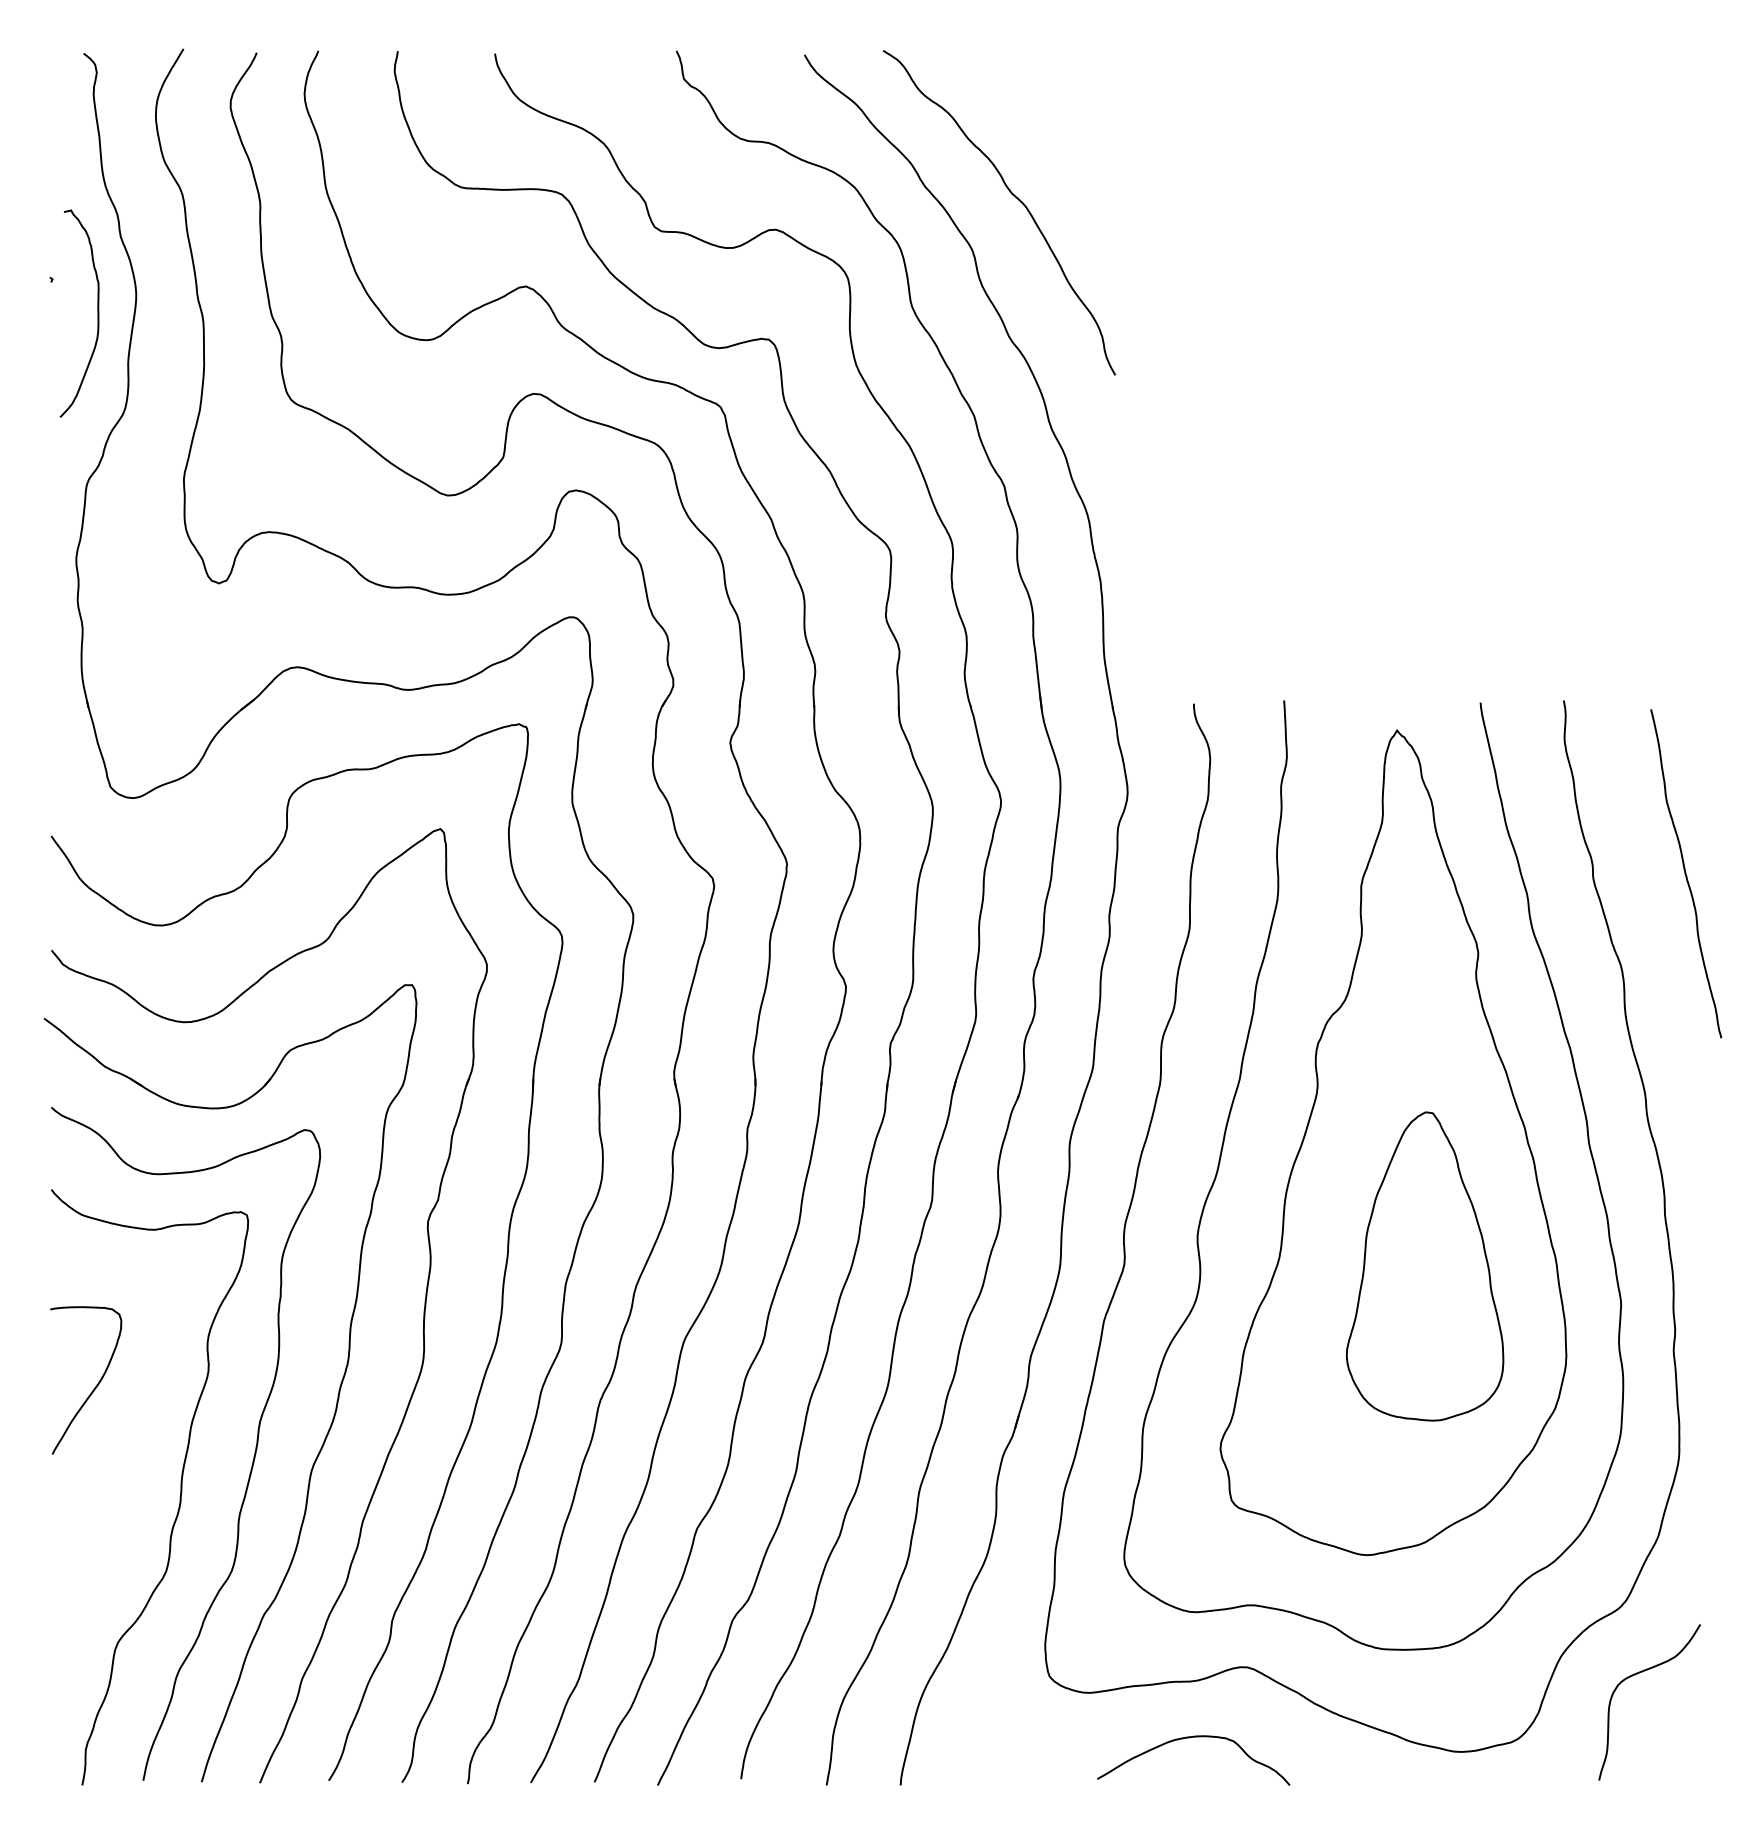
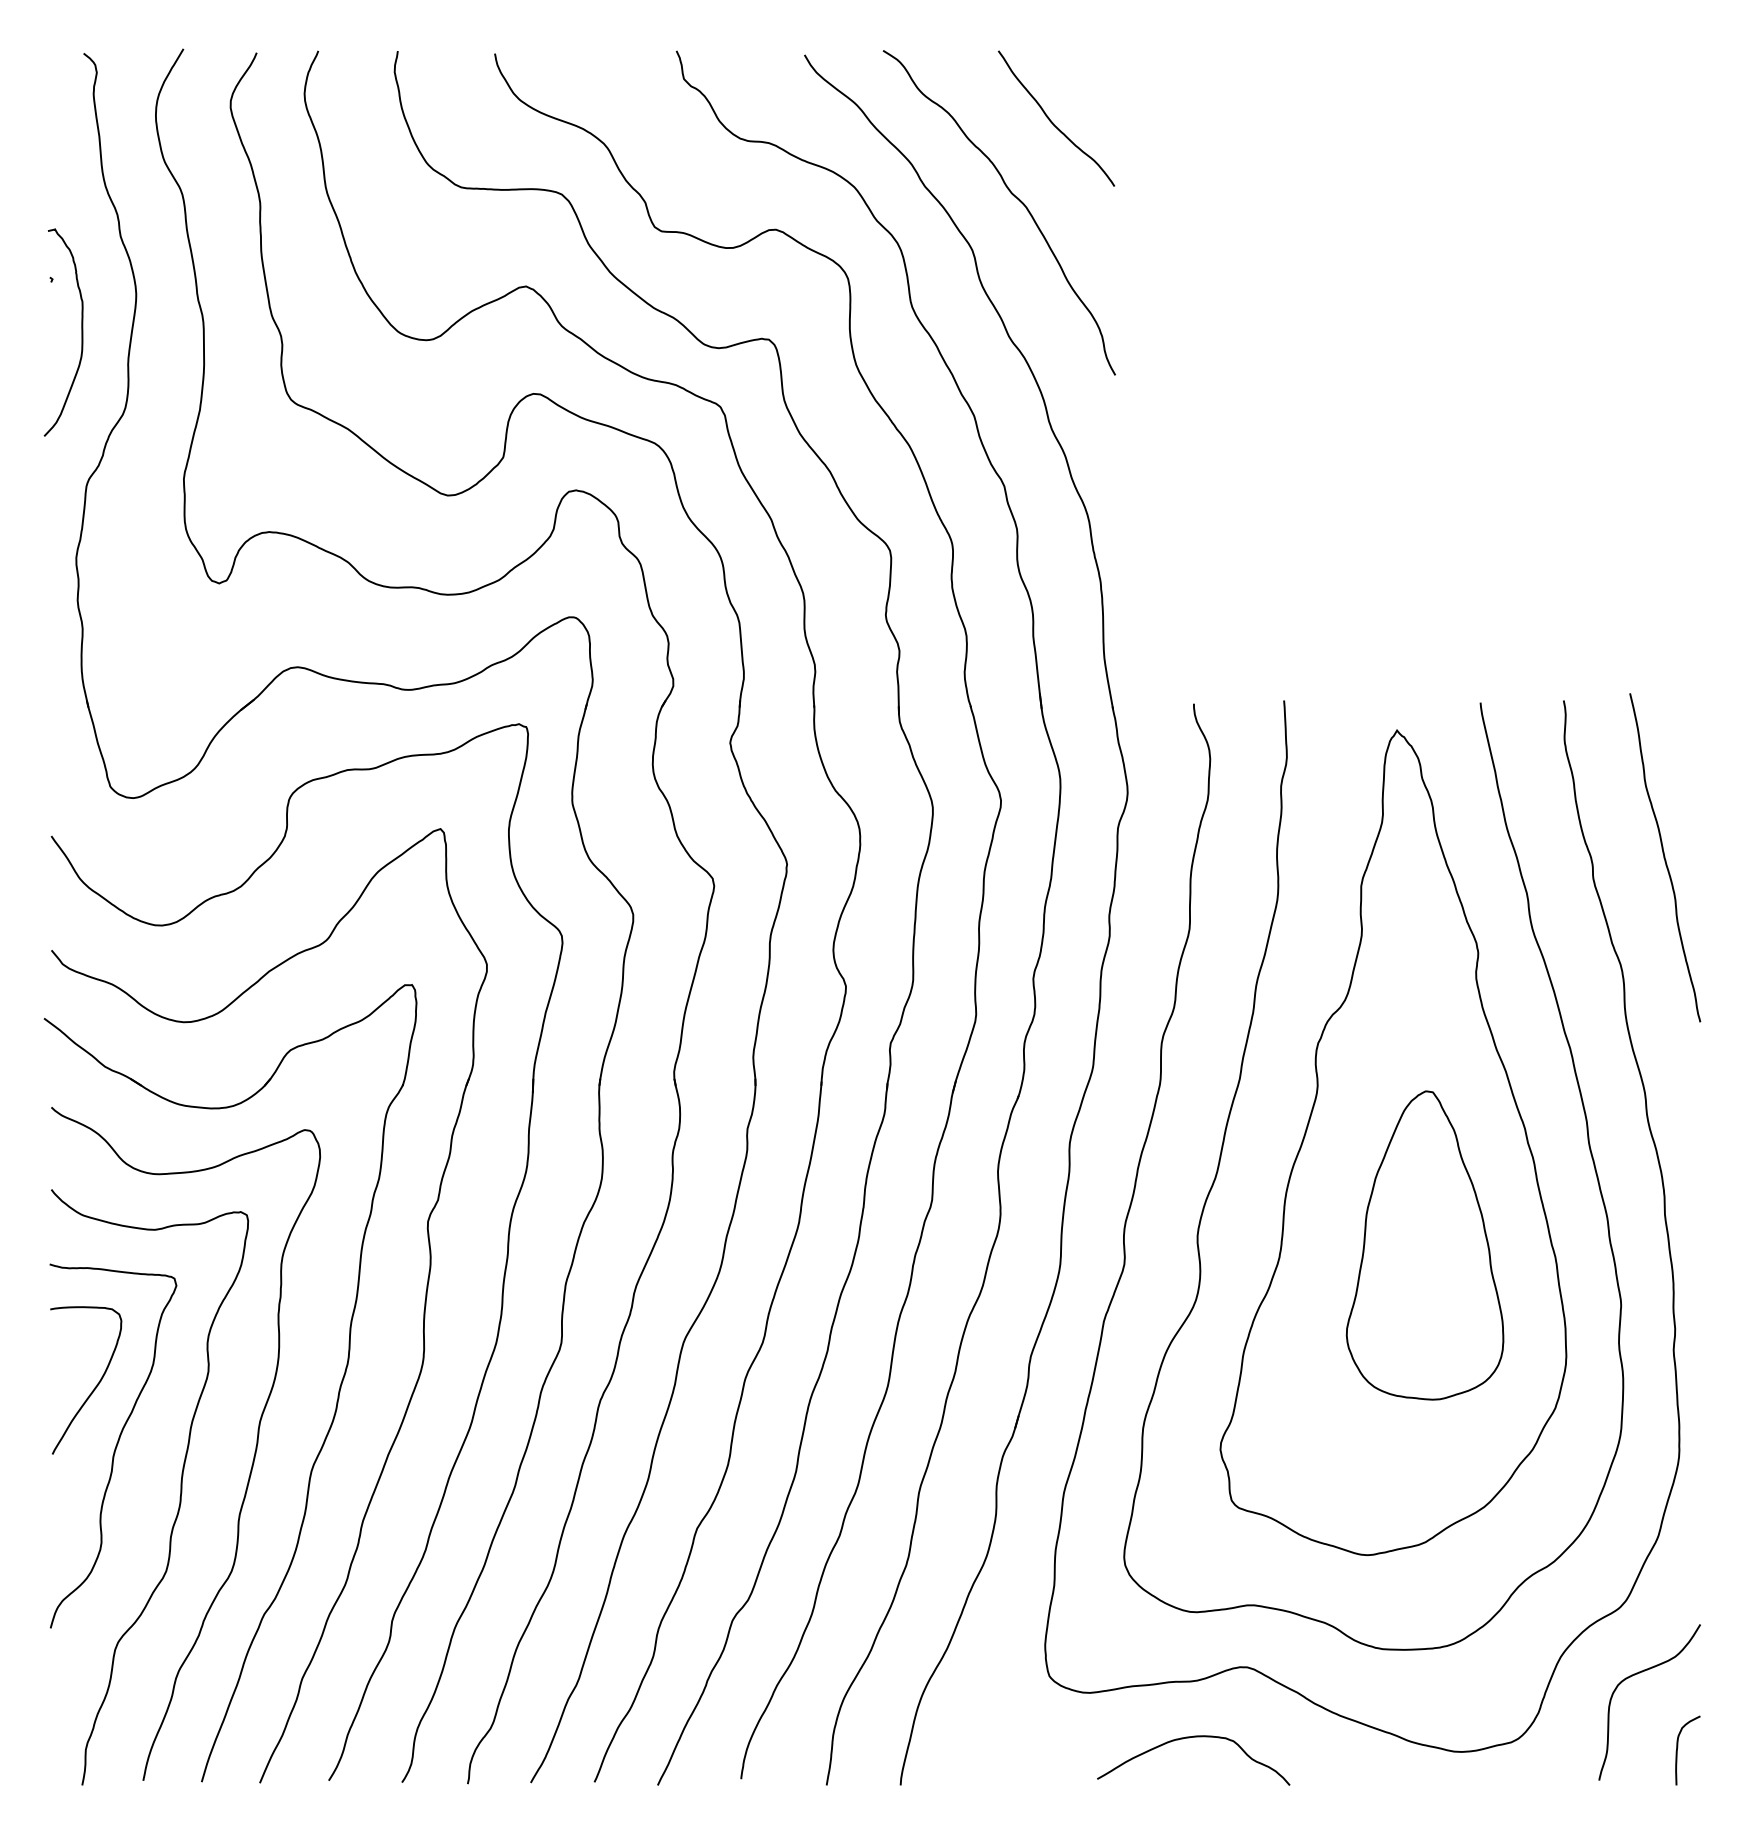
curve at (1052, 121): none -> present
curve at (97, 313) position: (97, 313) -> (81, 332)
curve at (1686, 873) position: (1686, 873) -> (1665, 857)
part at (1424, 1266) position: (1424, 1266) -> (1424, 1245)
curve at (115, 1445): none -> present
curve at (1678, 1747): none -> present
